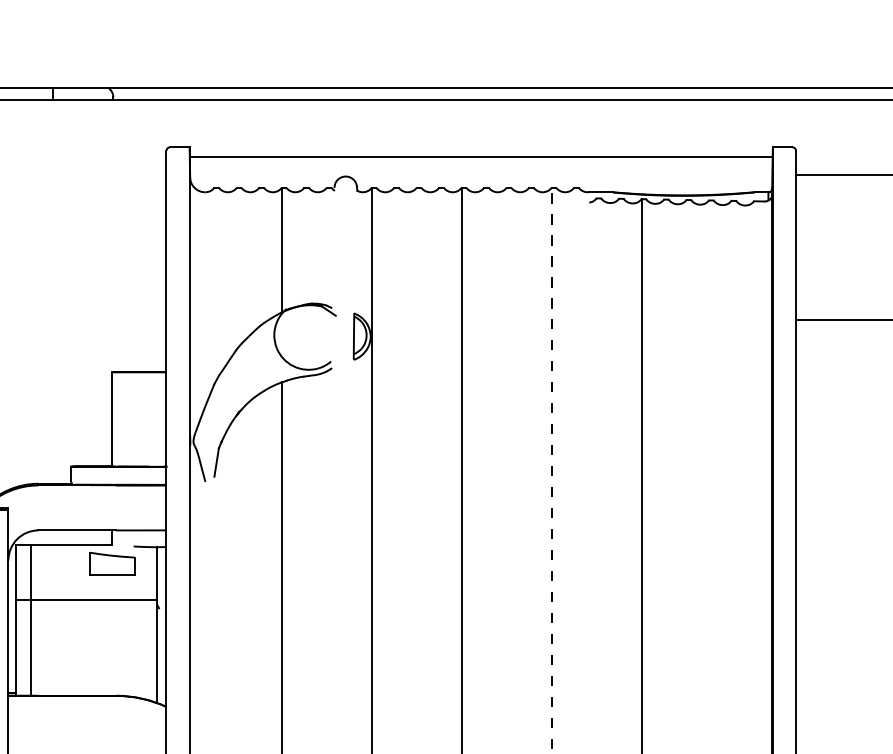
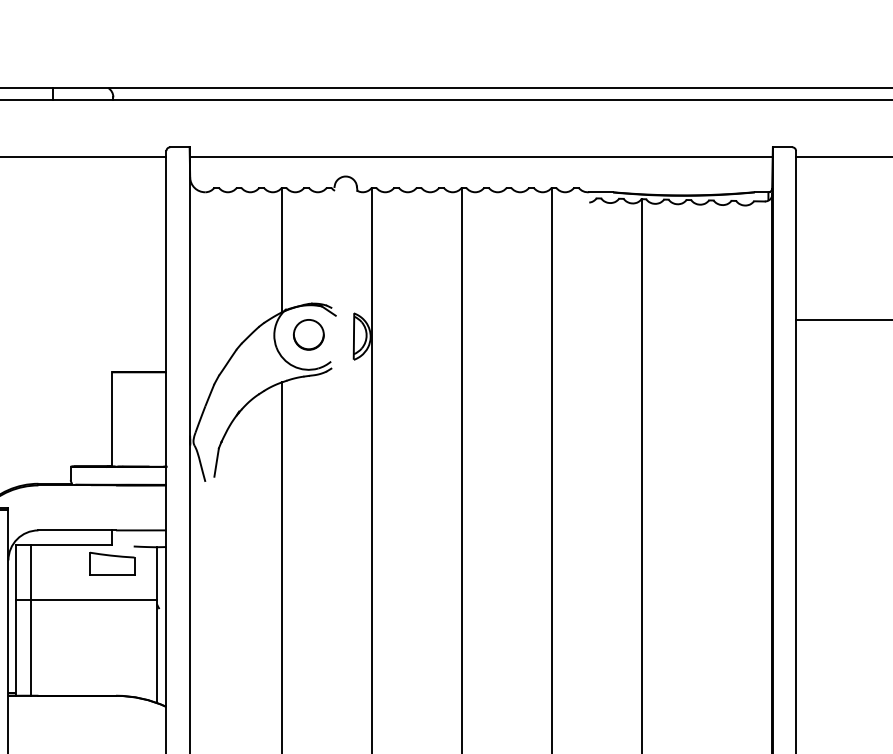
line at (84, 157): none -> present
line at (842, 175) position: (842, 175) -> (842, 157)
circle at (308, 334): none -> present
line at (551, 470): dashed -> solid
